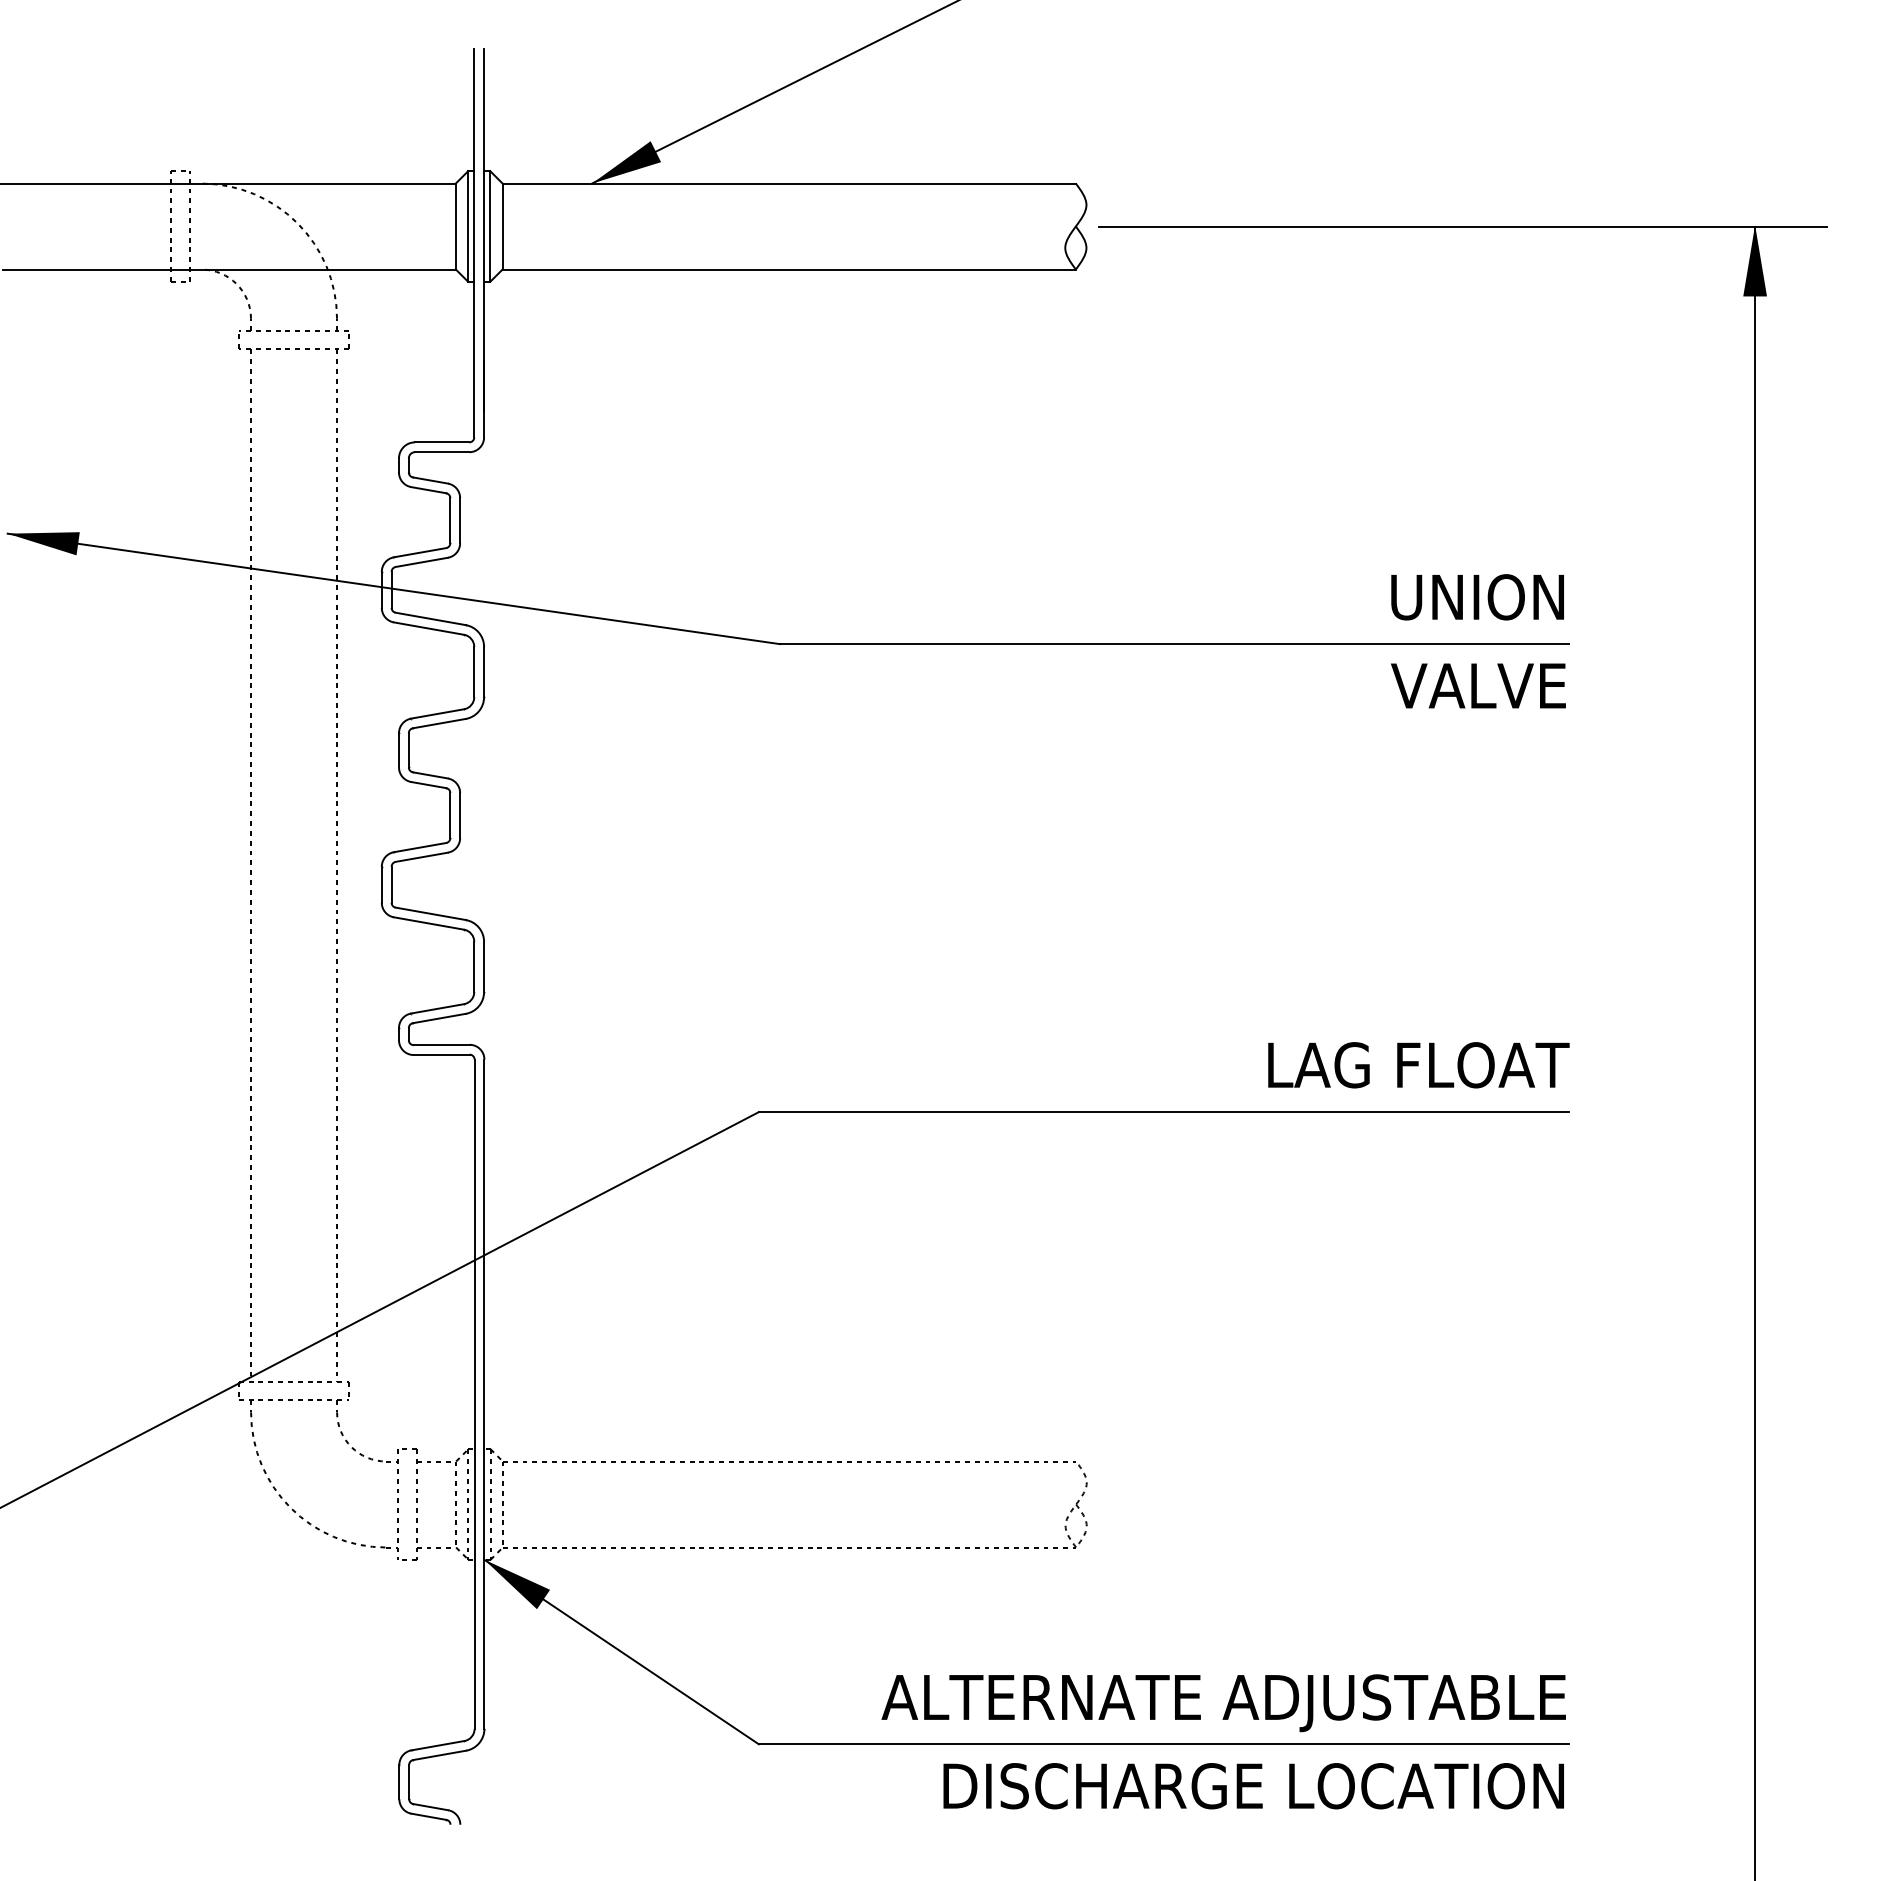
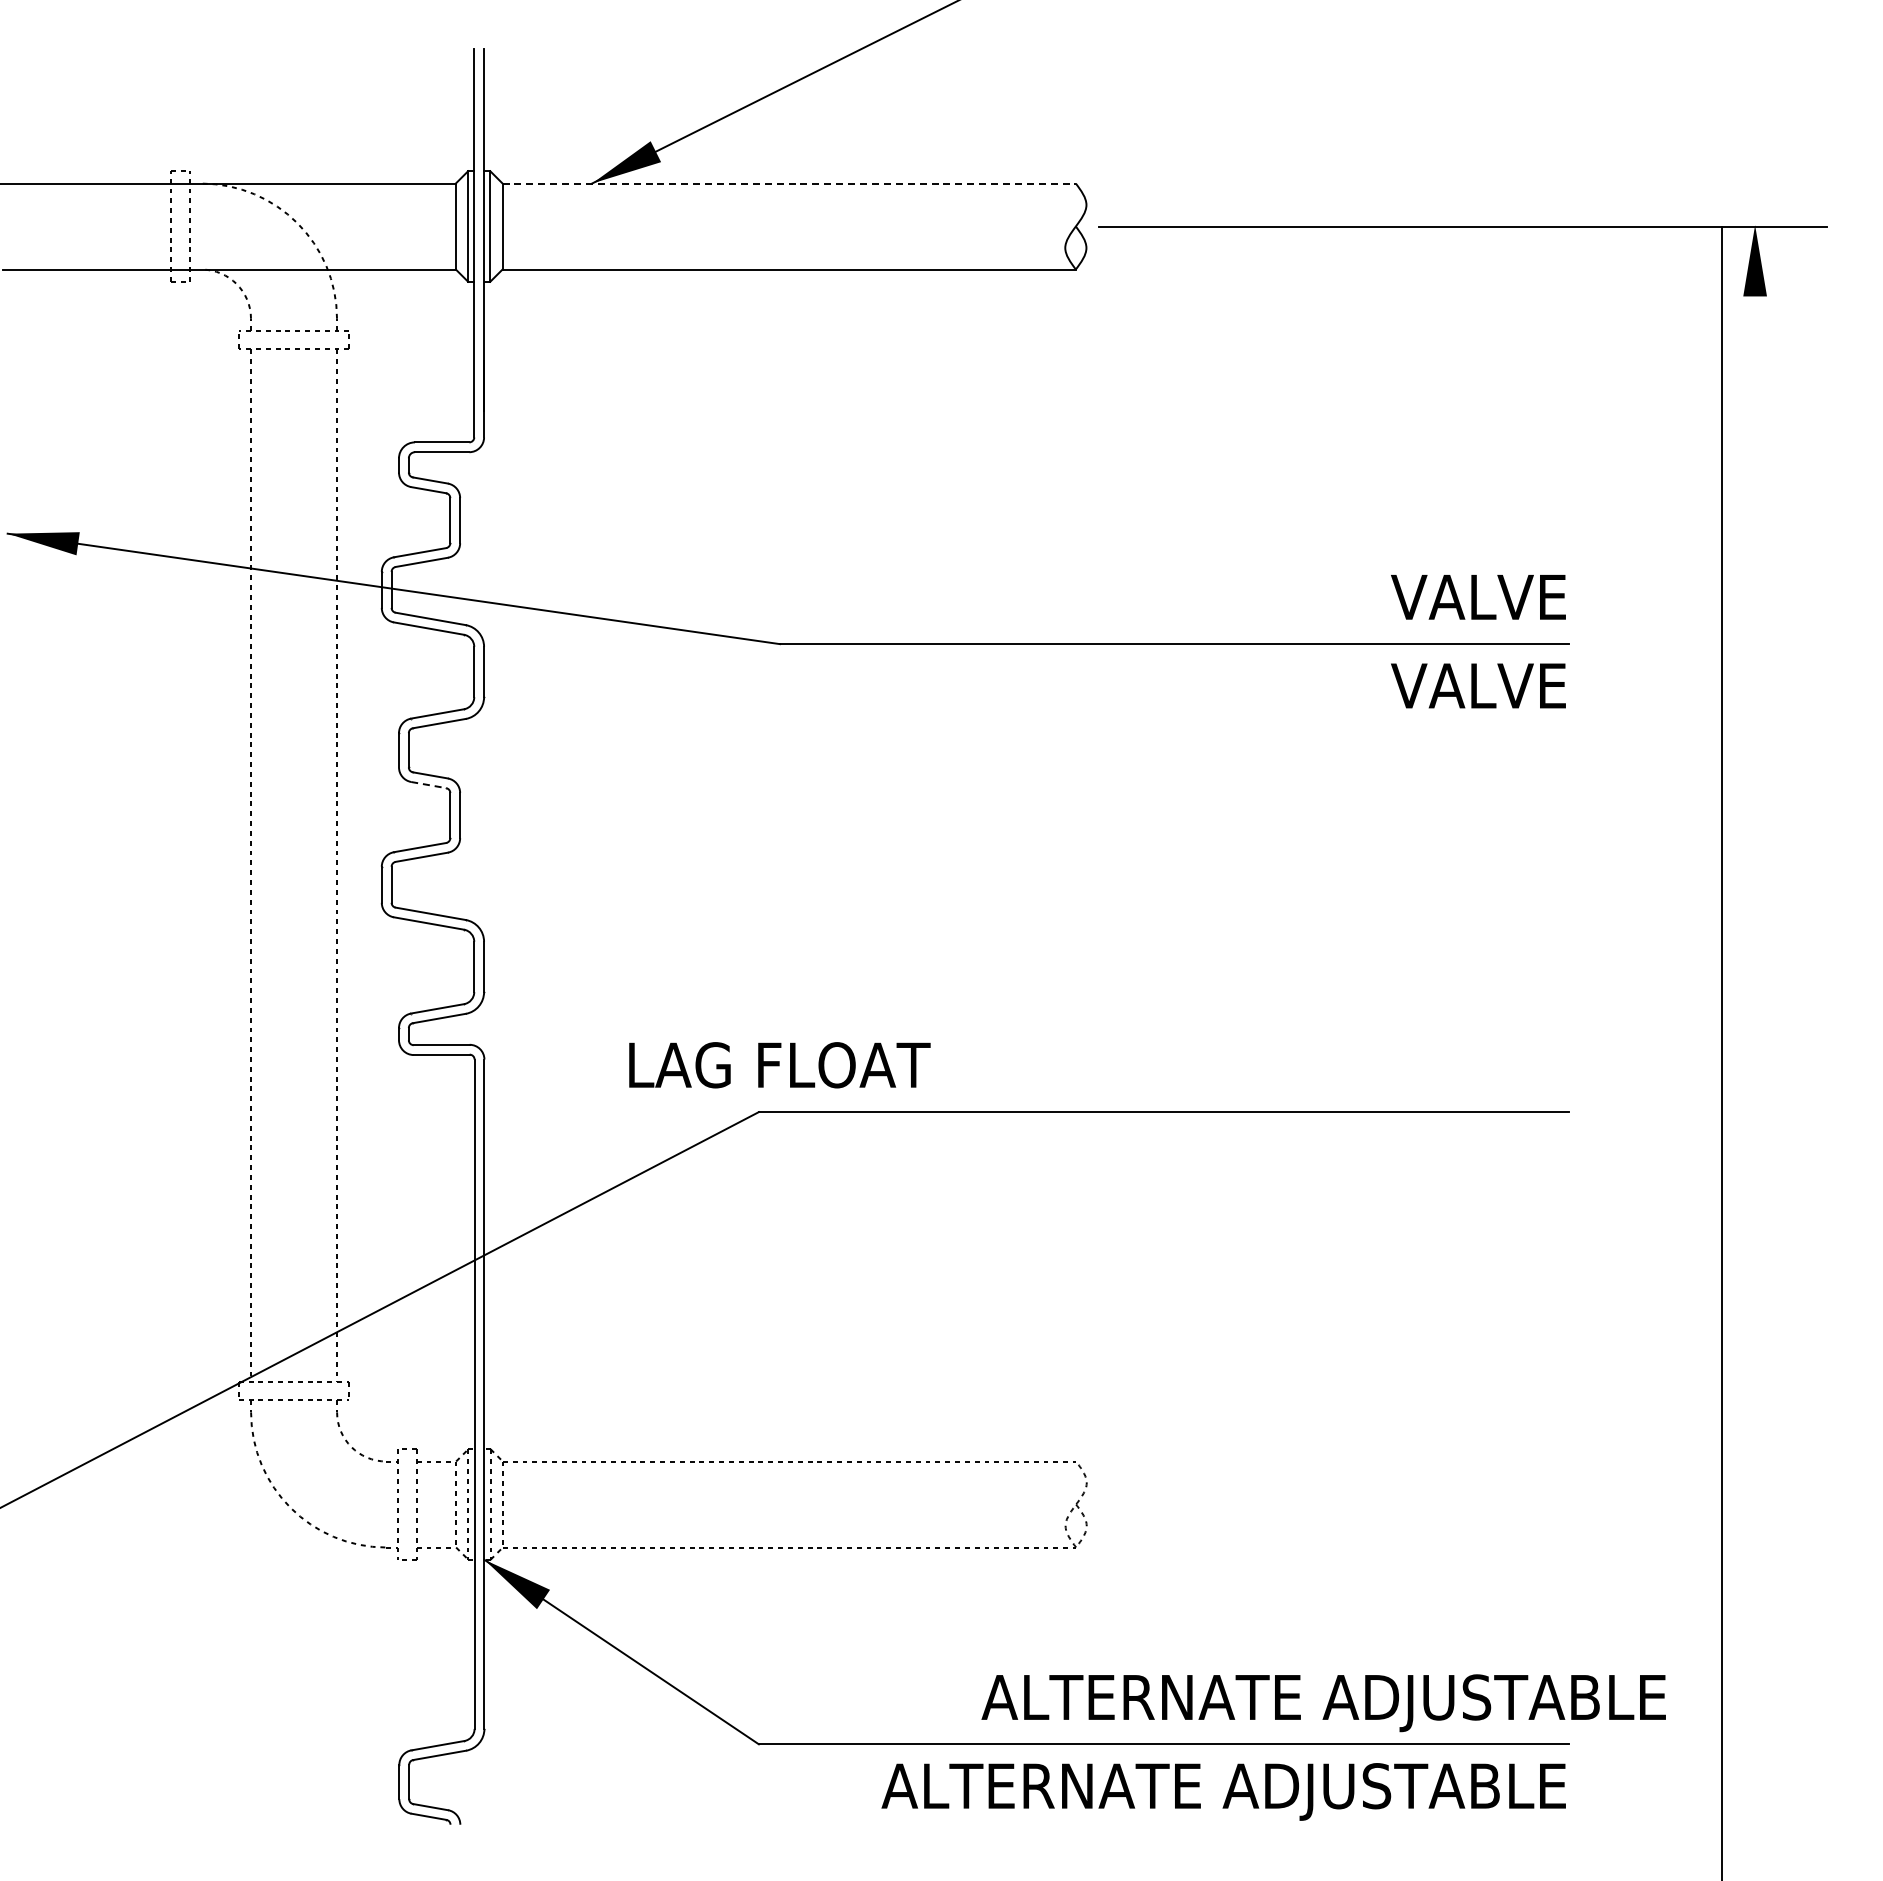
line at (789, 183): solid -> dashed
text at (1478, 597): UNION -> VALVE
line at (428, 785): solid -> dashed
line at (1755, 1051) position: (1755, 1051) -> (1722, 1051)
text at (1418, 1065) position: (1418, 1065) -> (779, 1065)
text at (1223, 1703) position: (1223, 1703) -> (1323, 1703)
text at (1223, 1791): DISCHARGE LOCATION -> ALTERNATE ADJUSTABLE
